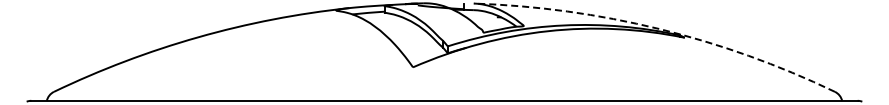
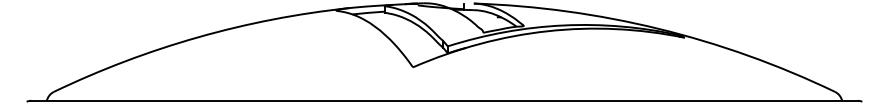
arc at (658, 28): dashed -> solid
